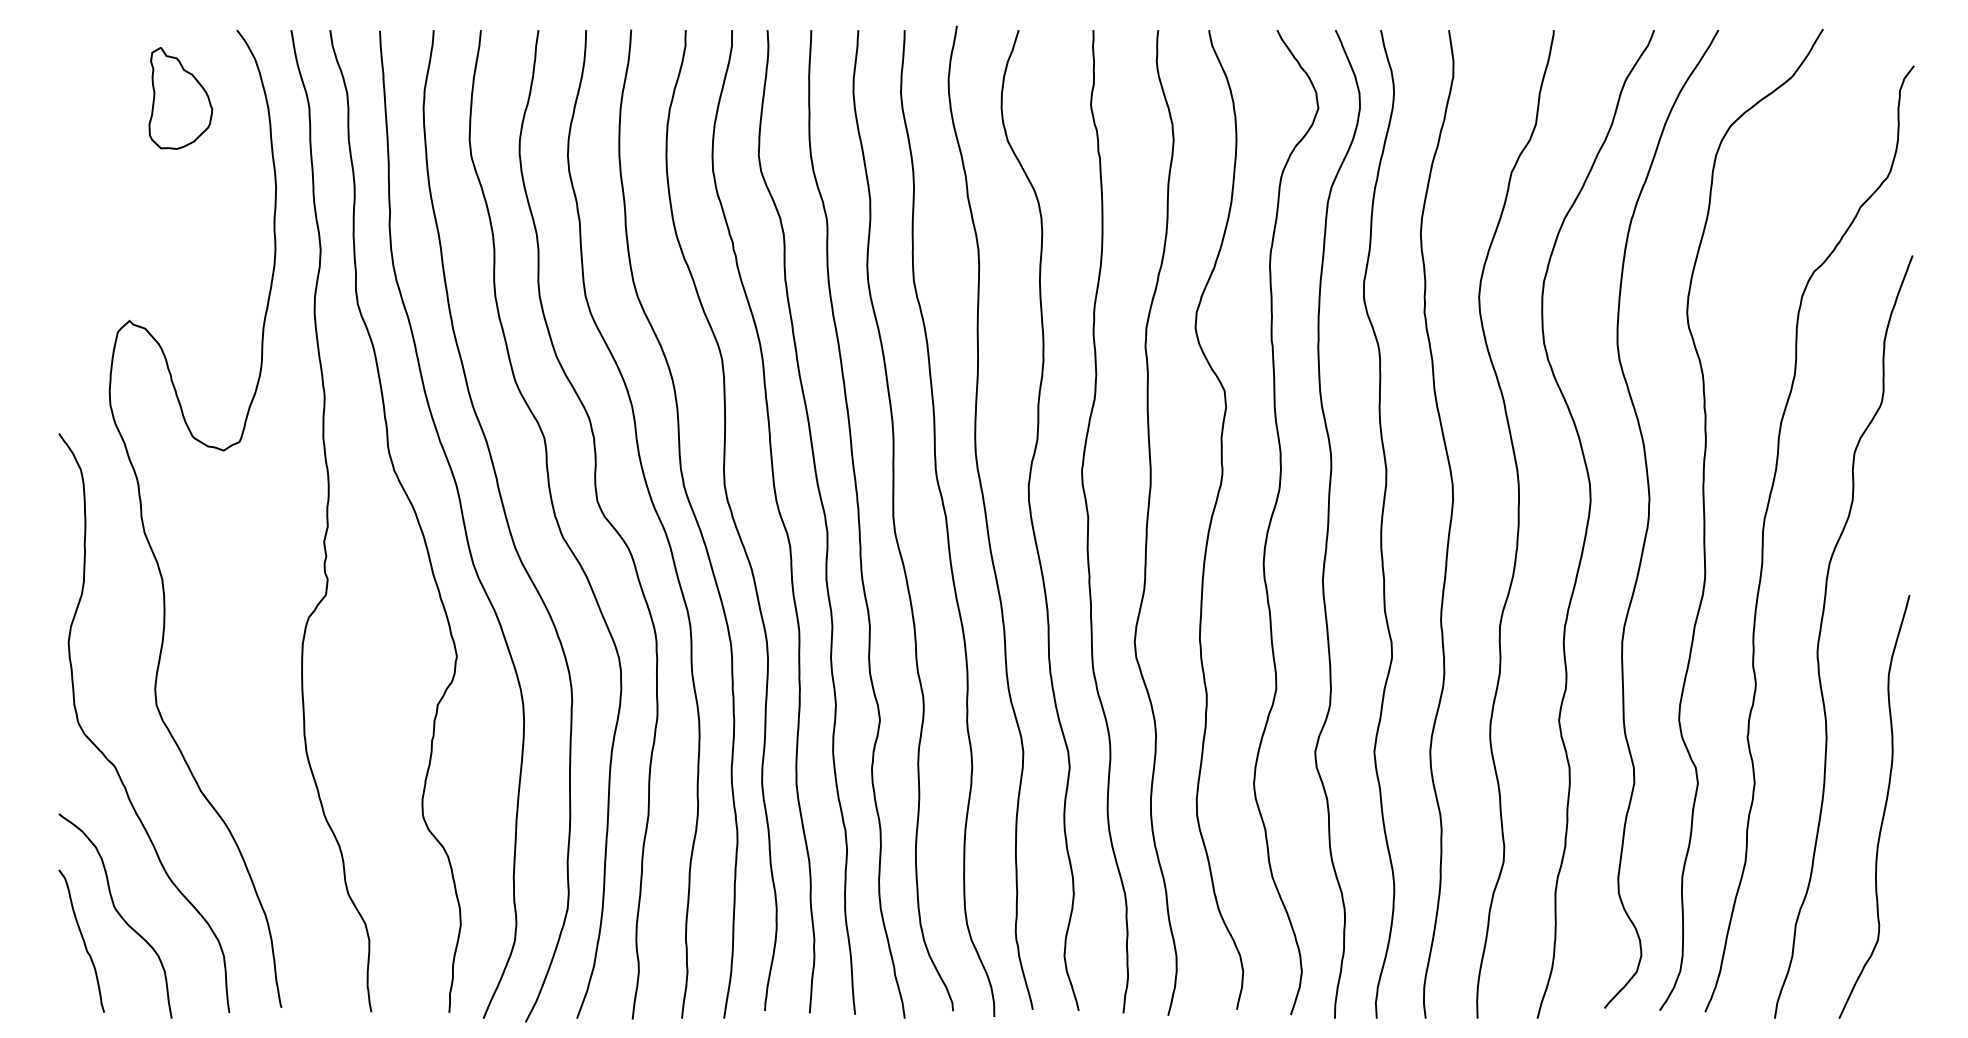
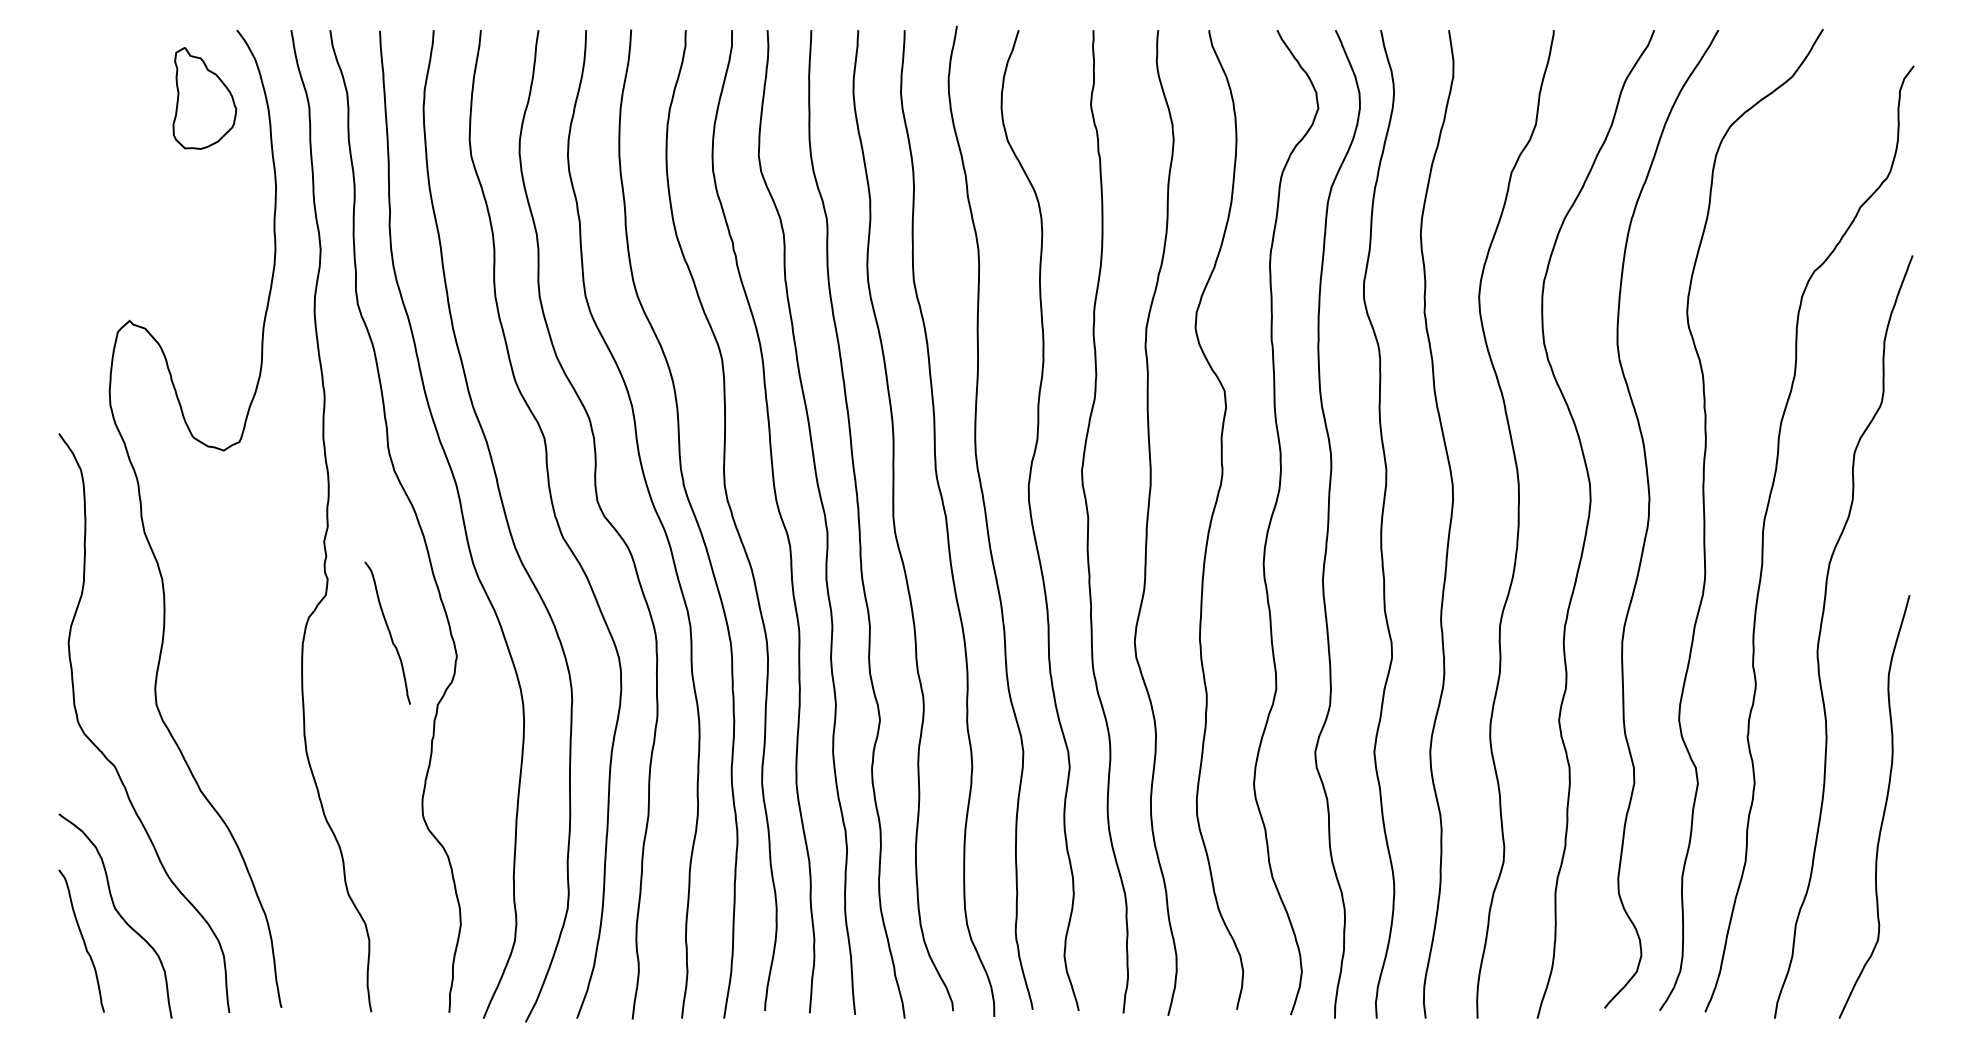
part at (180, 98) position: (180, 98) -> (204, 98)
curve at (388, 632): none -> present
